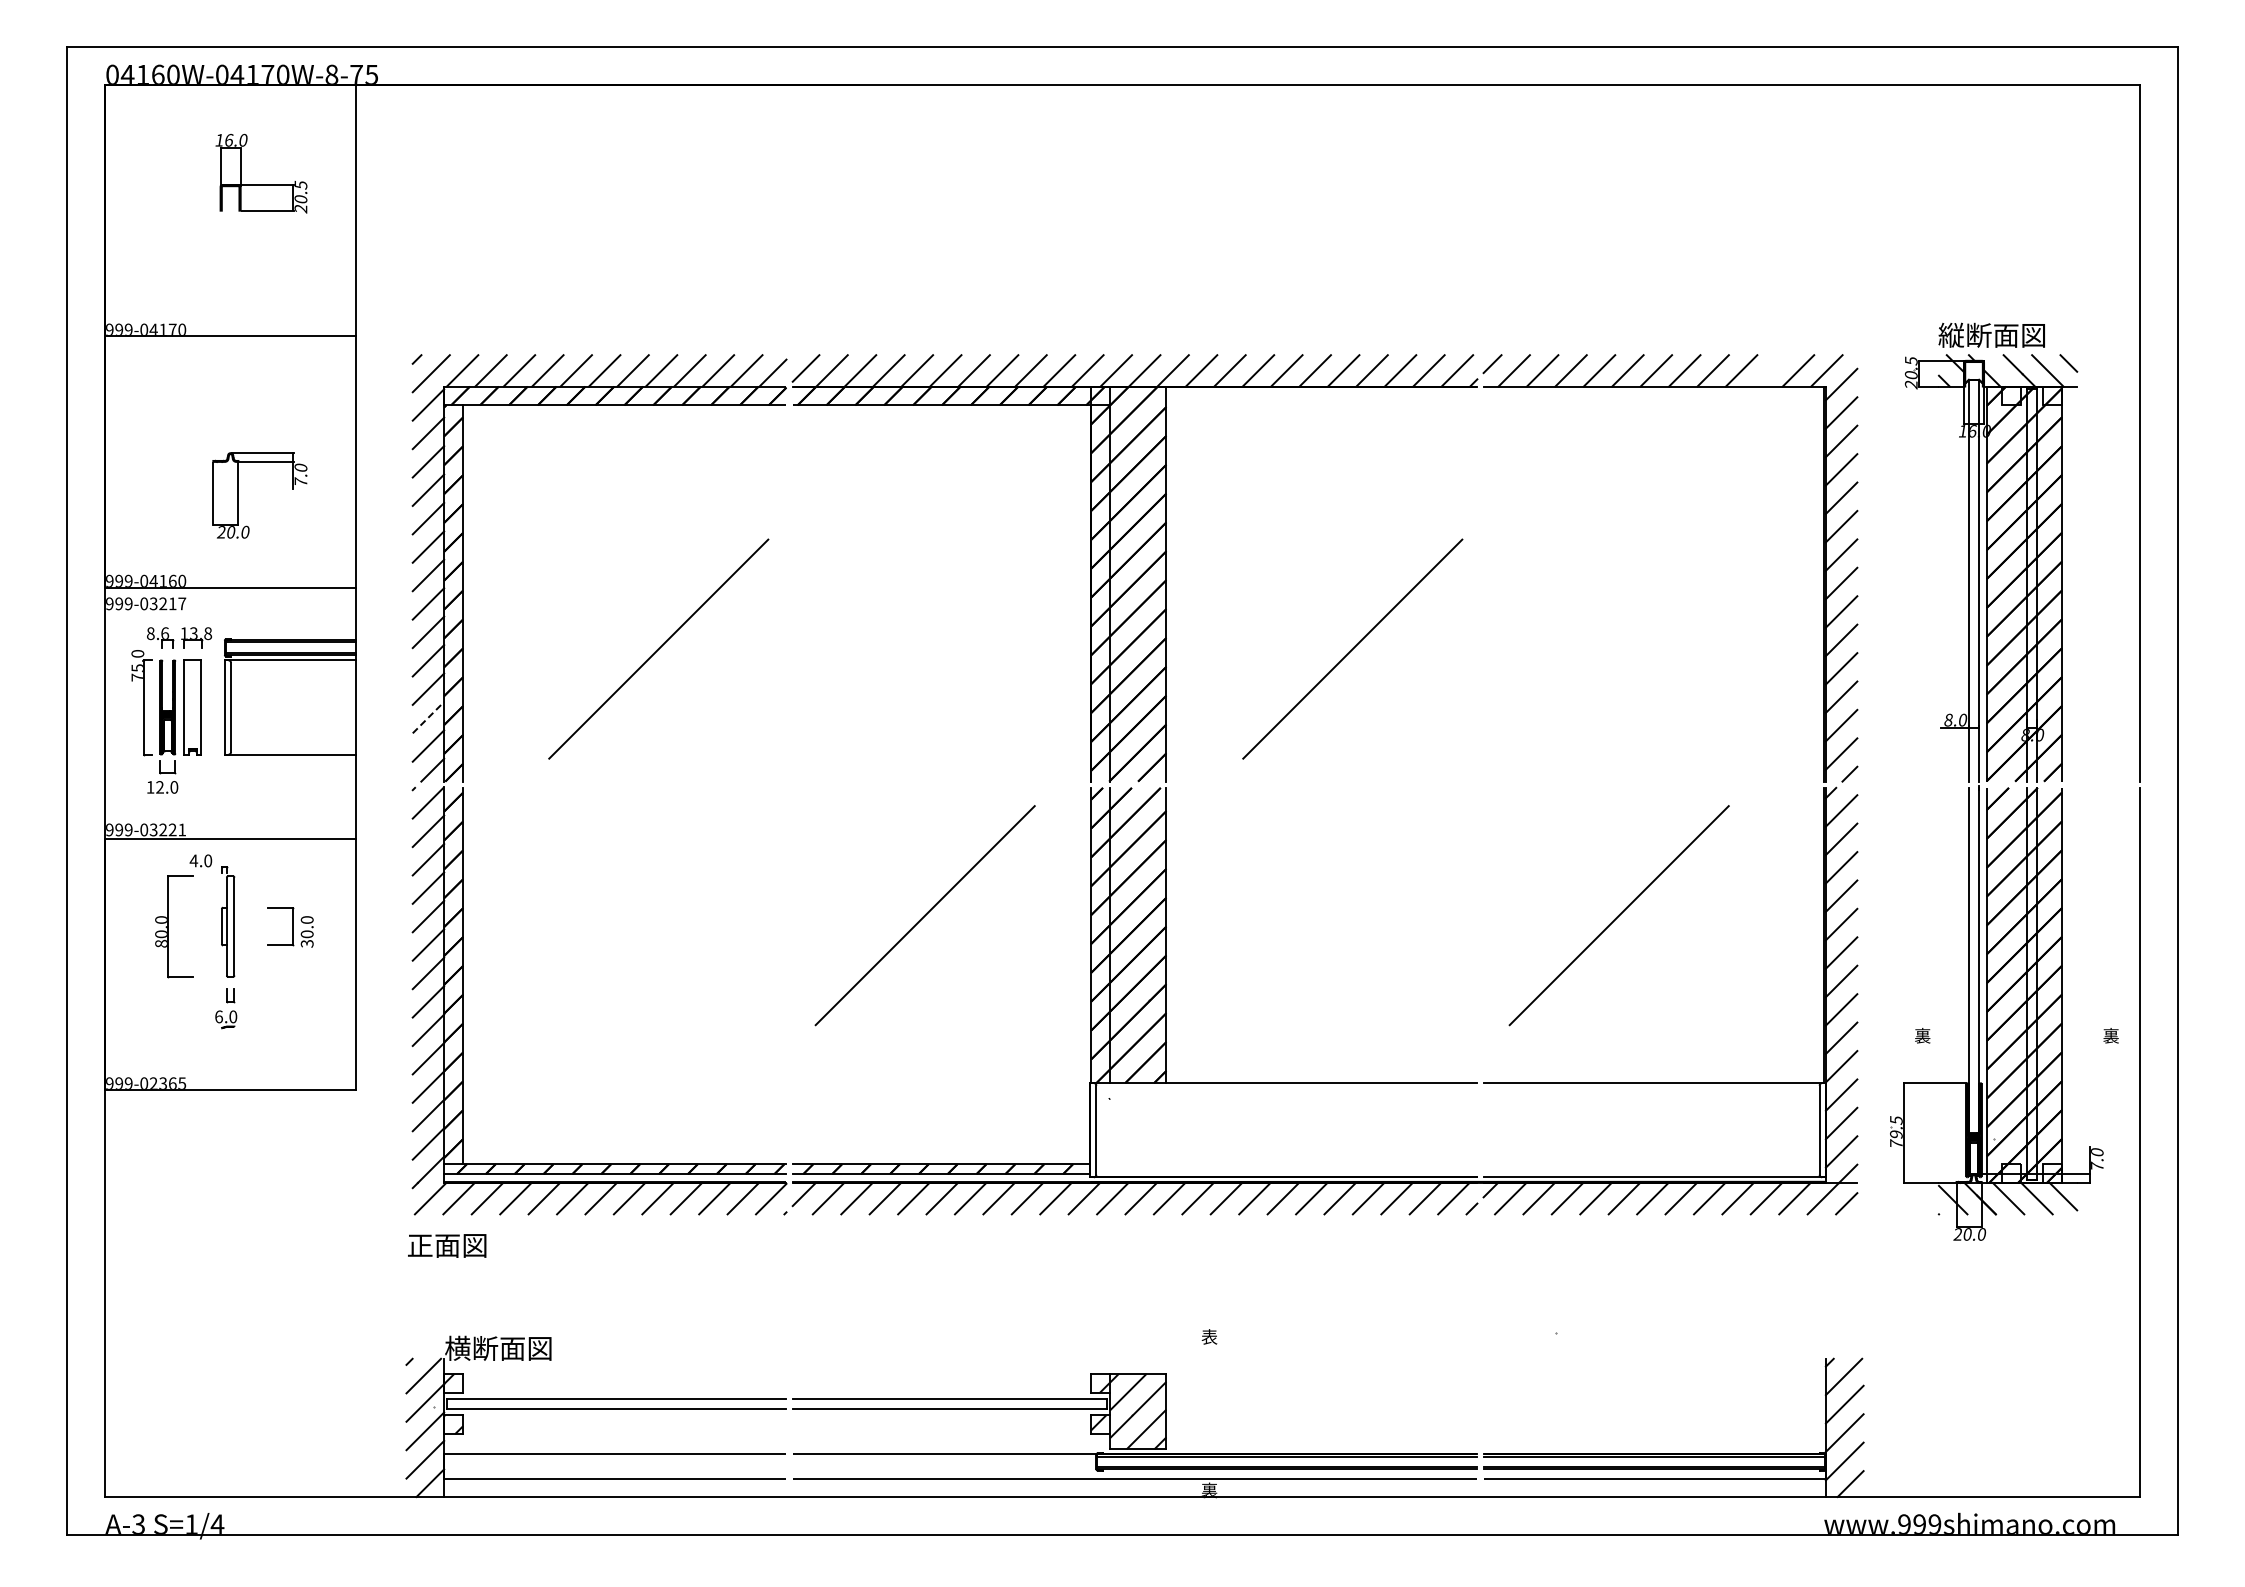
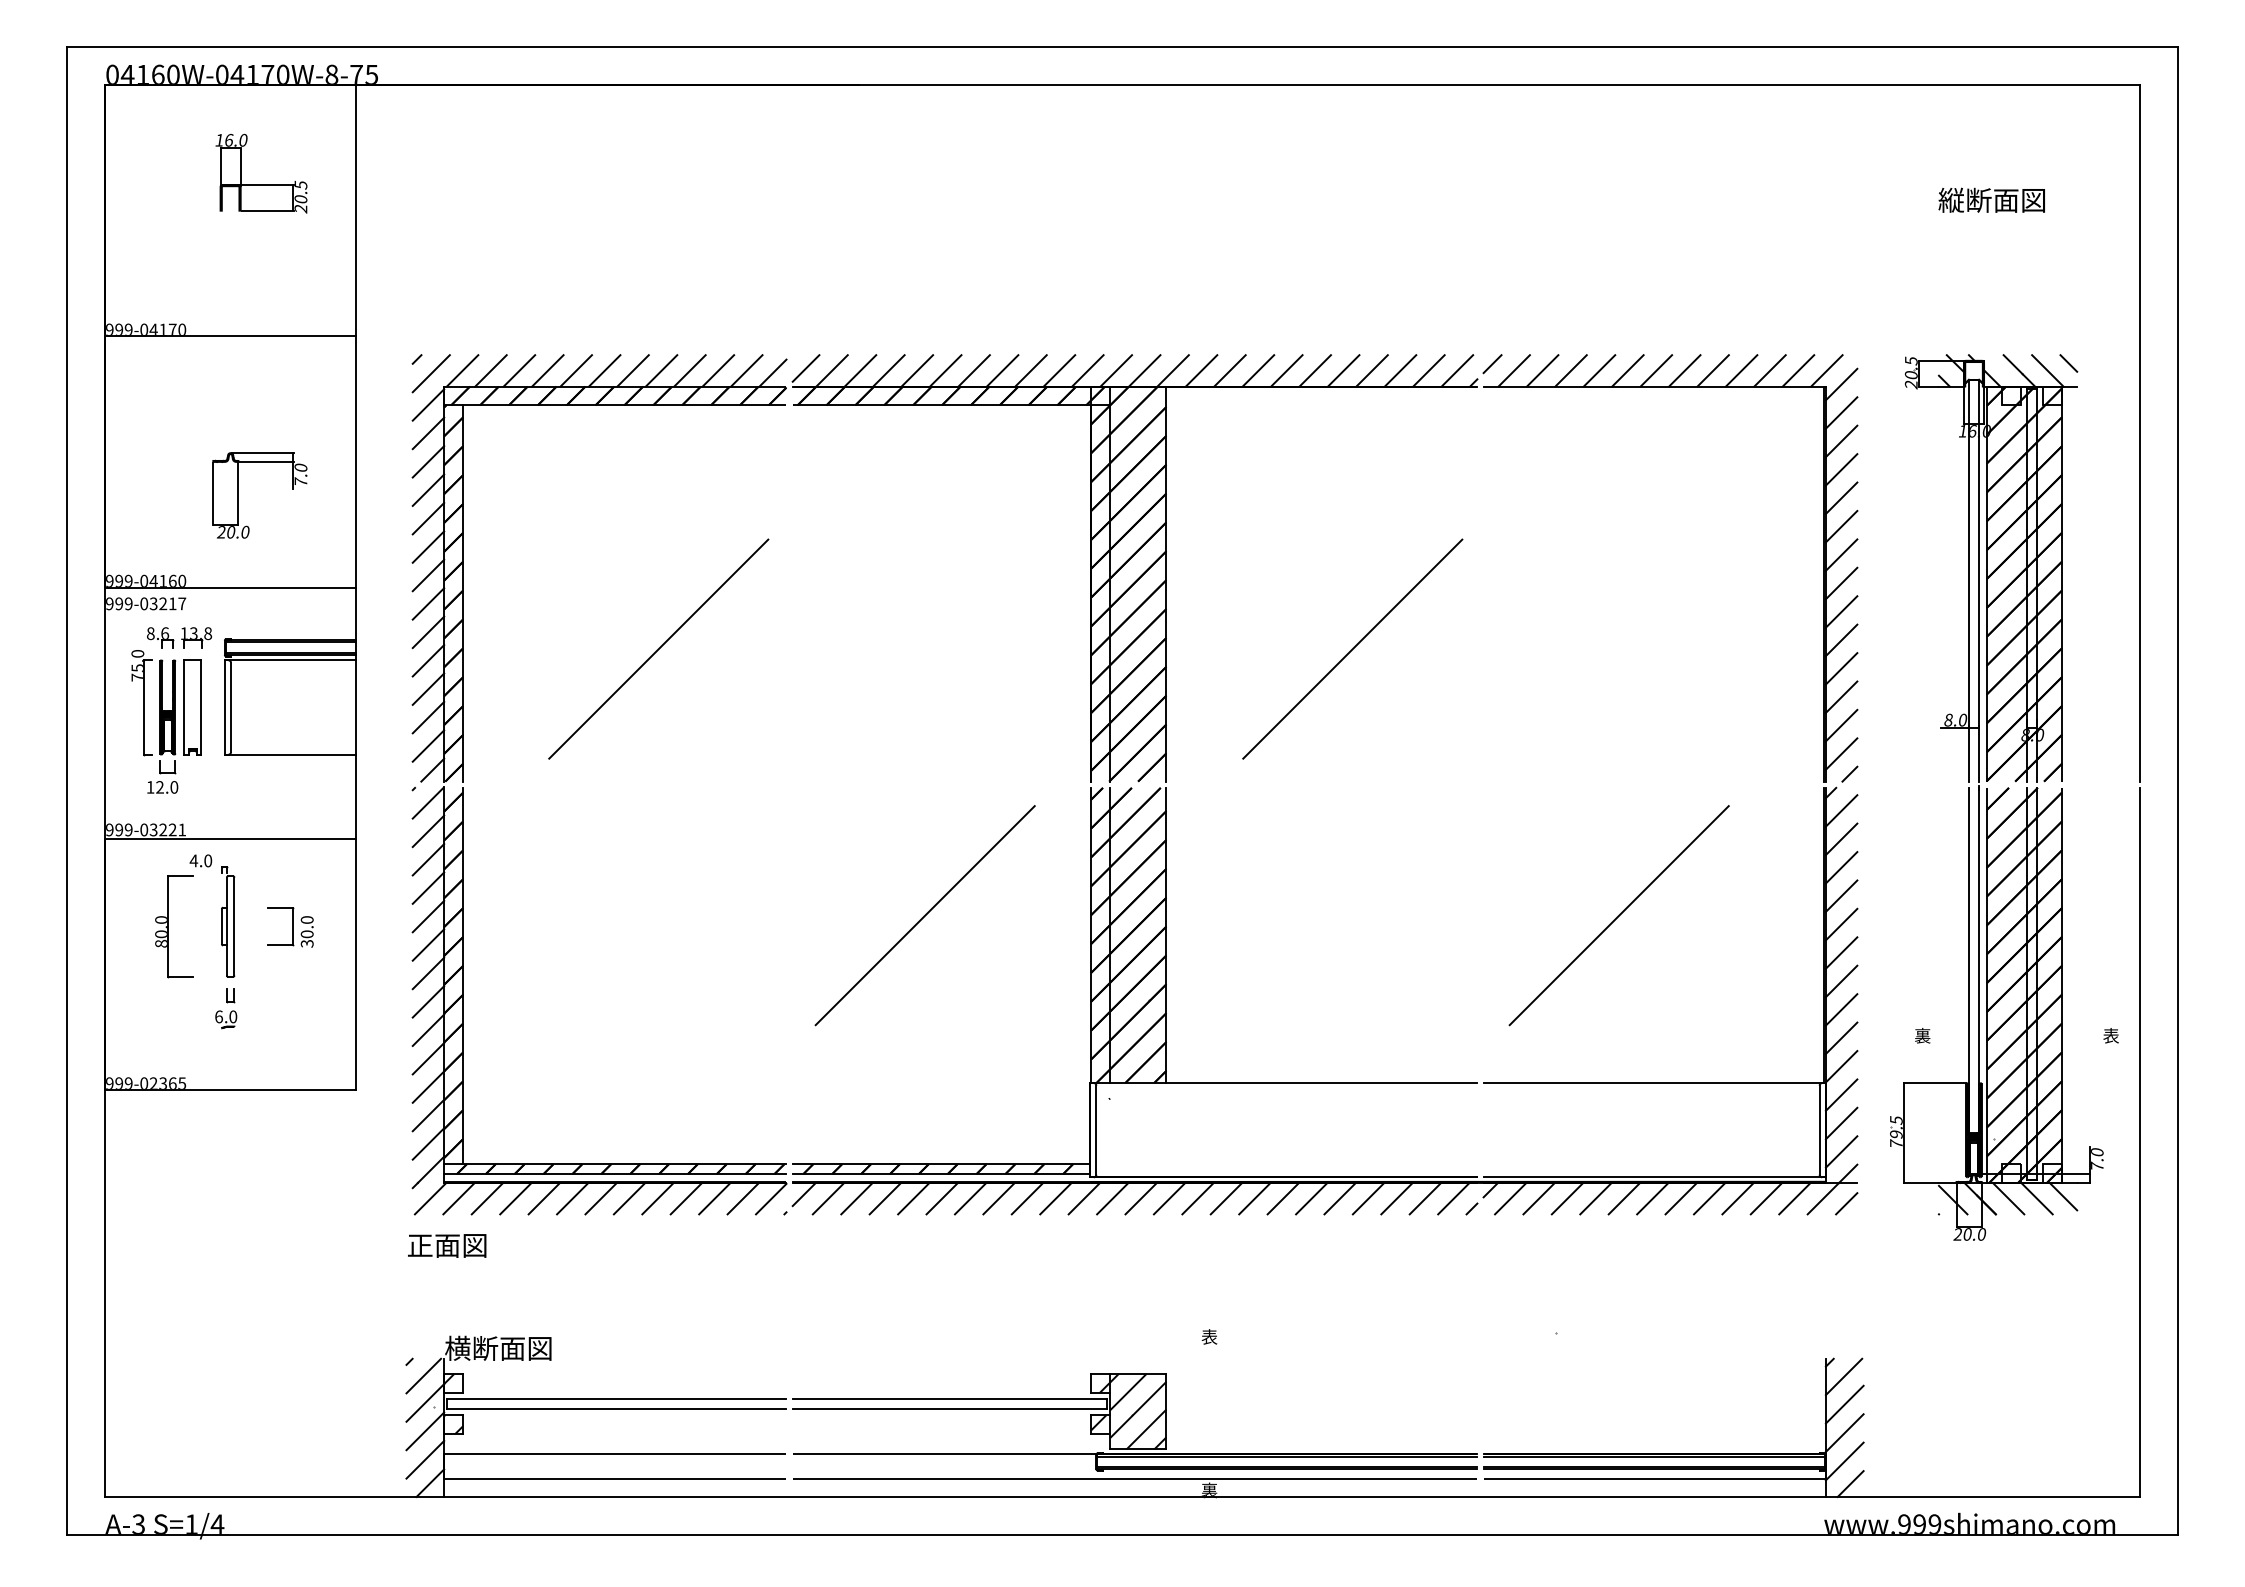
text at (1991, 334) position: (1991, 334) -> (1991, 199)
line at (1769, 370): none -> present
line at (428, 717): dashed -> solid
text at (2110, 1036): 裏 -> 表
